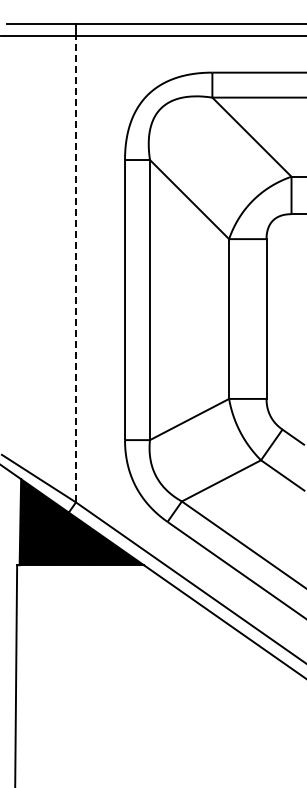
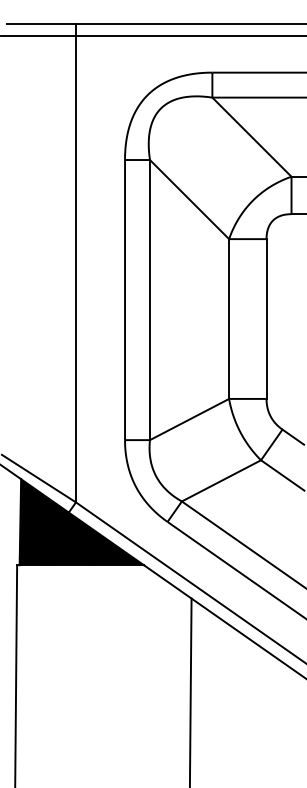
line at (76, 268): dashed -> solid
line at (190, 691): none -> present
